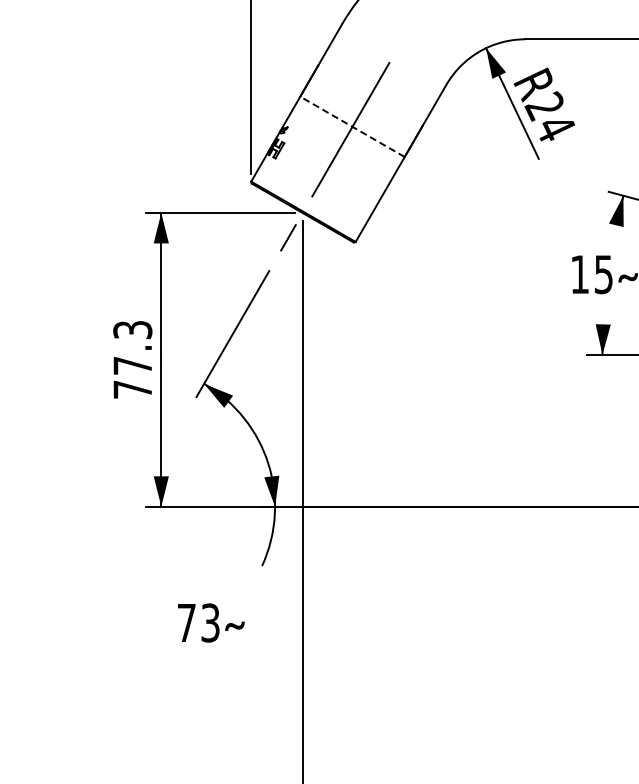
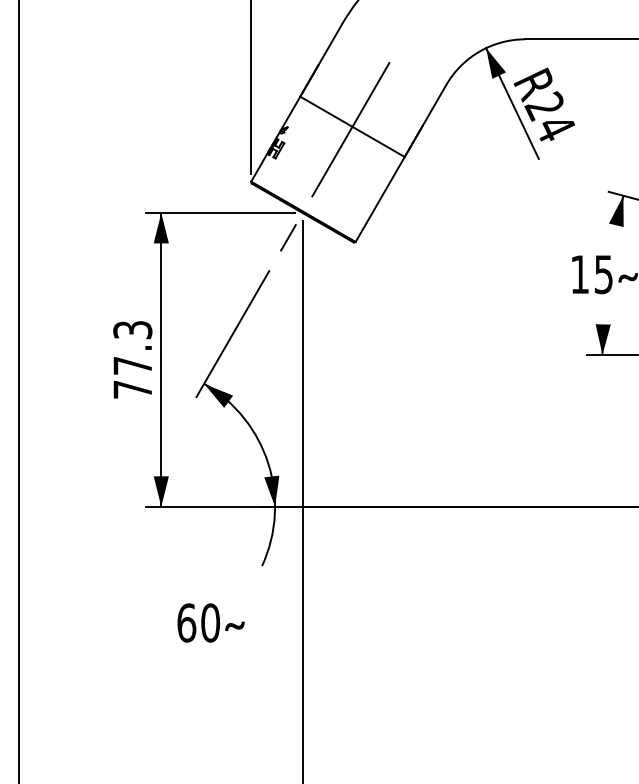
line at (352, 126): dashed -> solid
line at (19, 391): none -> present
text at (198, 622): 73 -> 60
